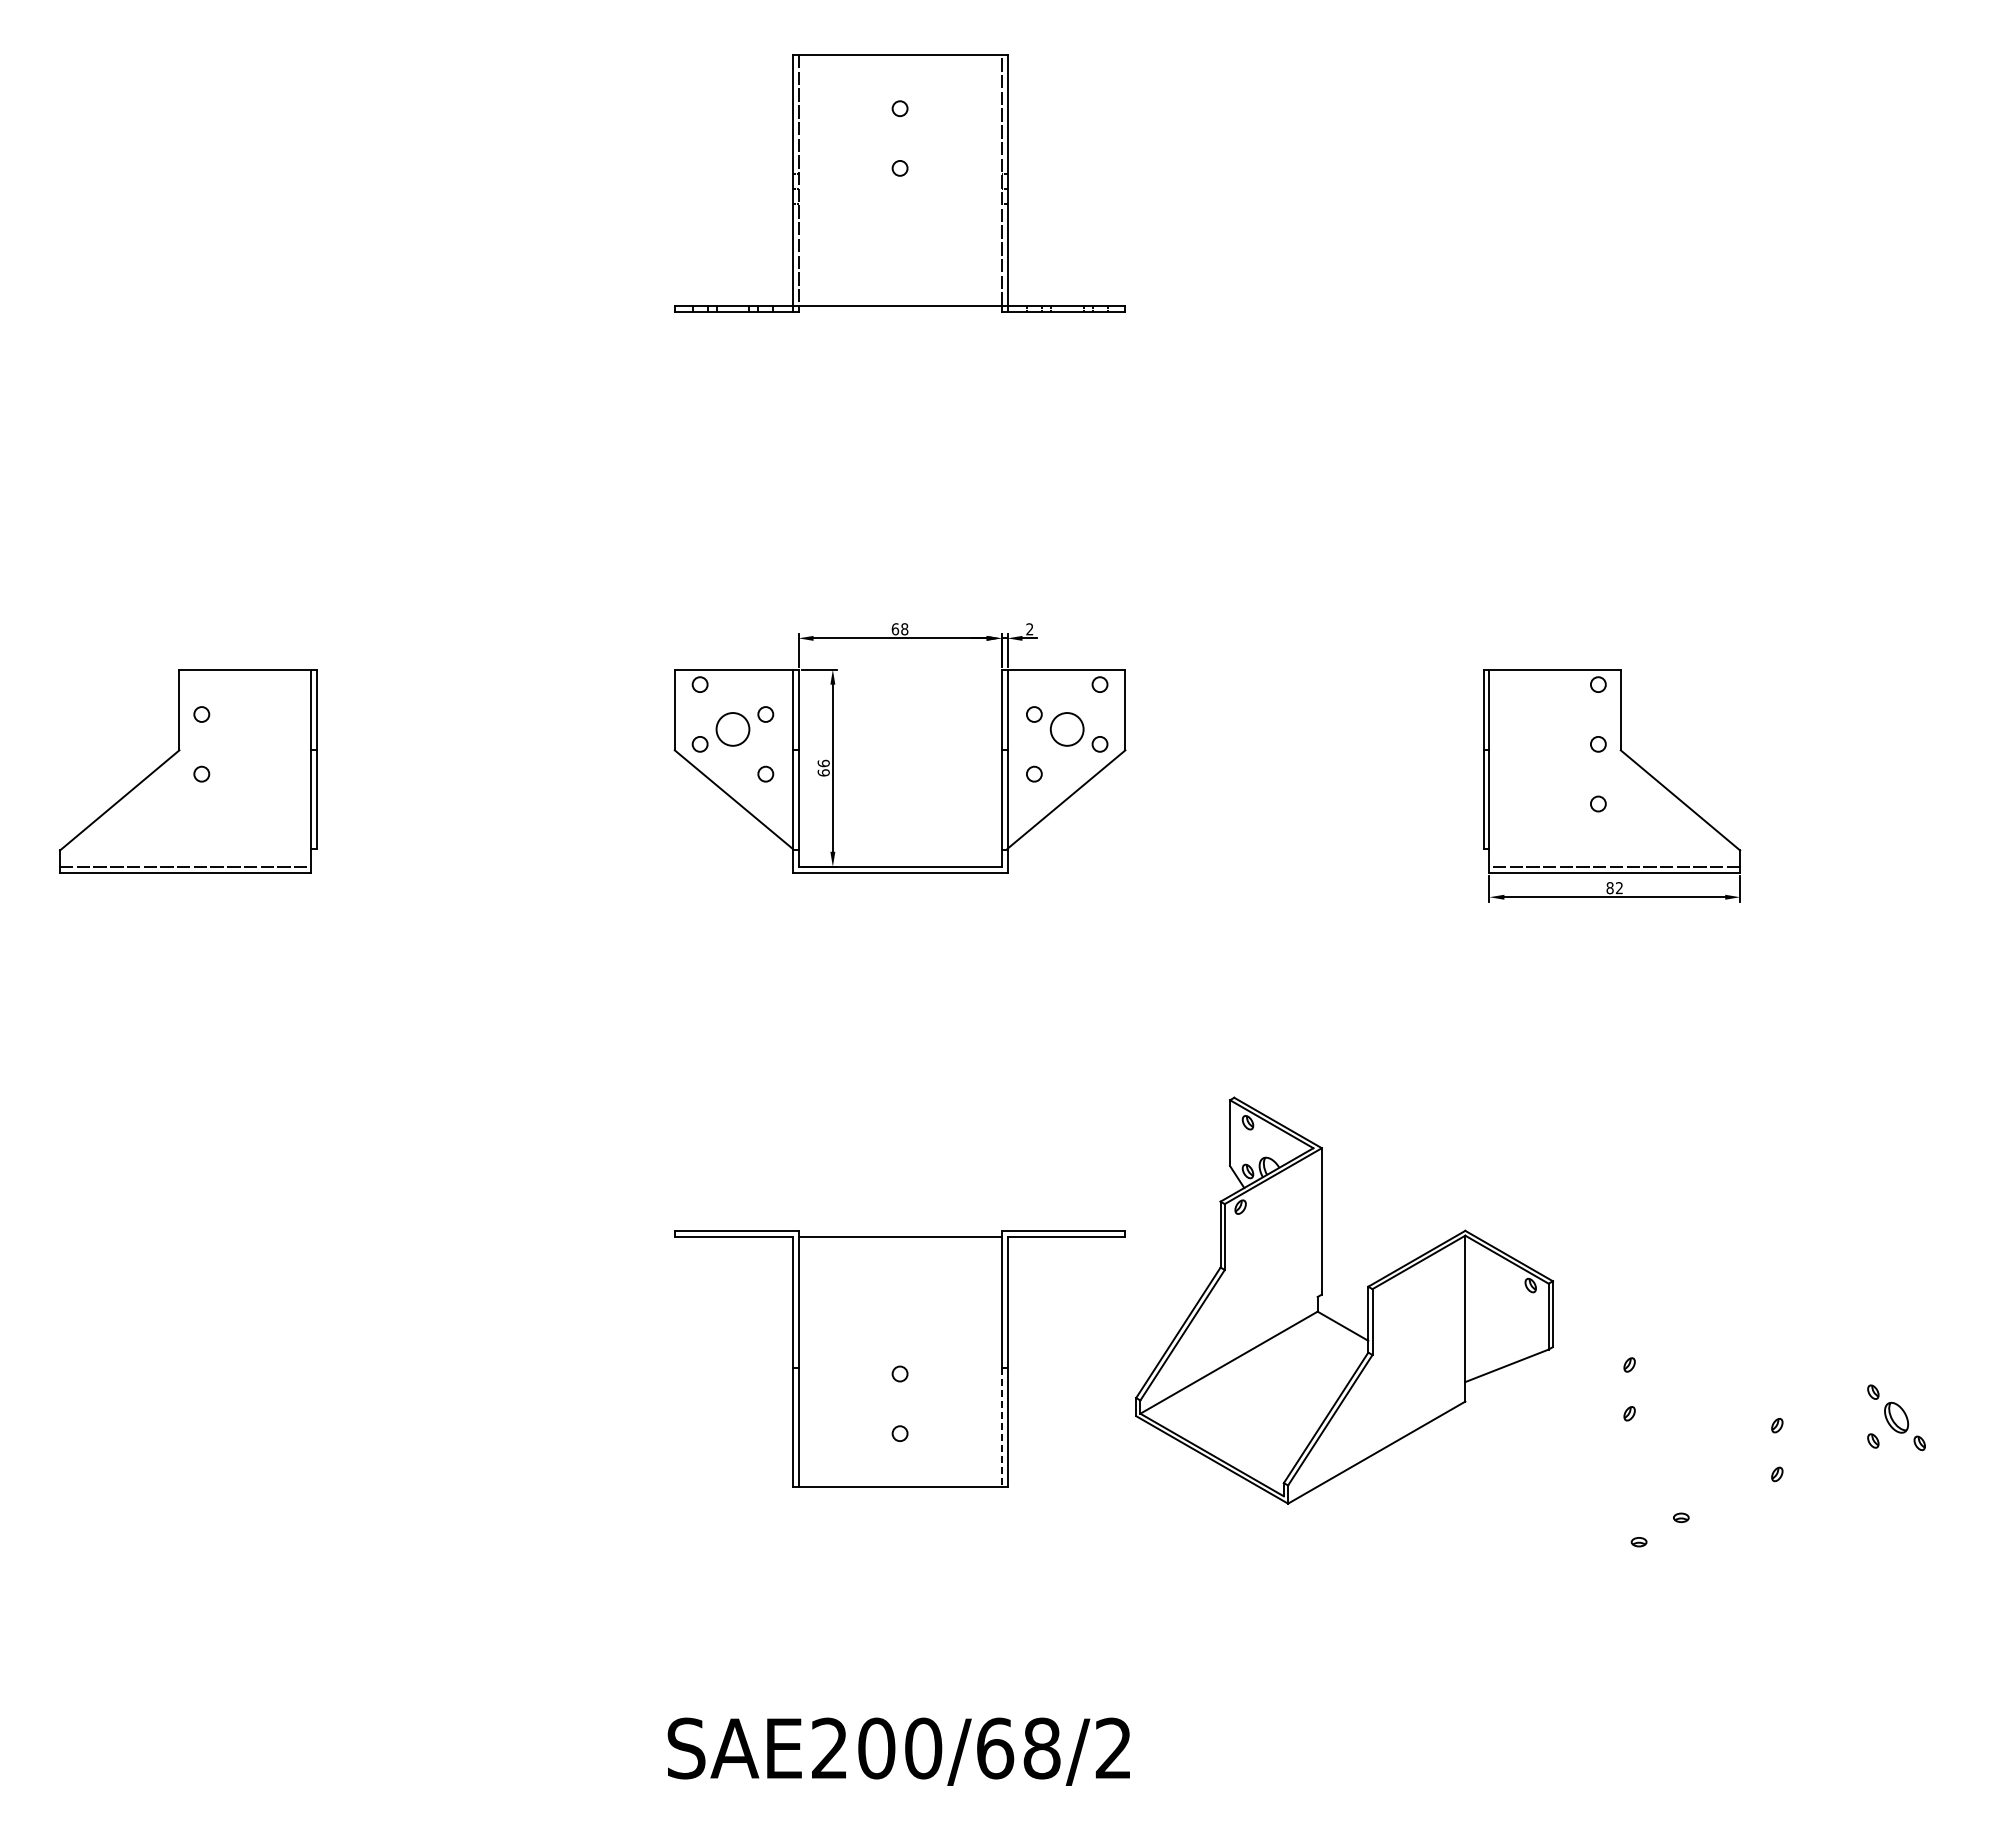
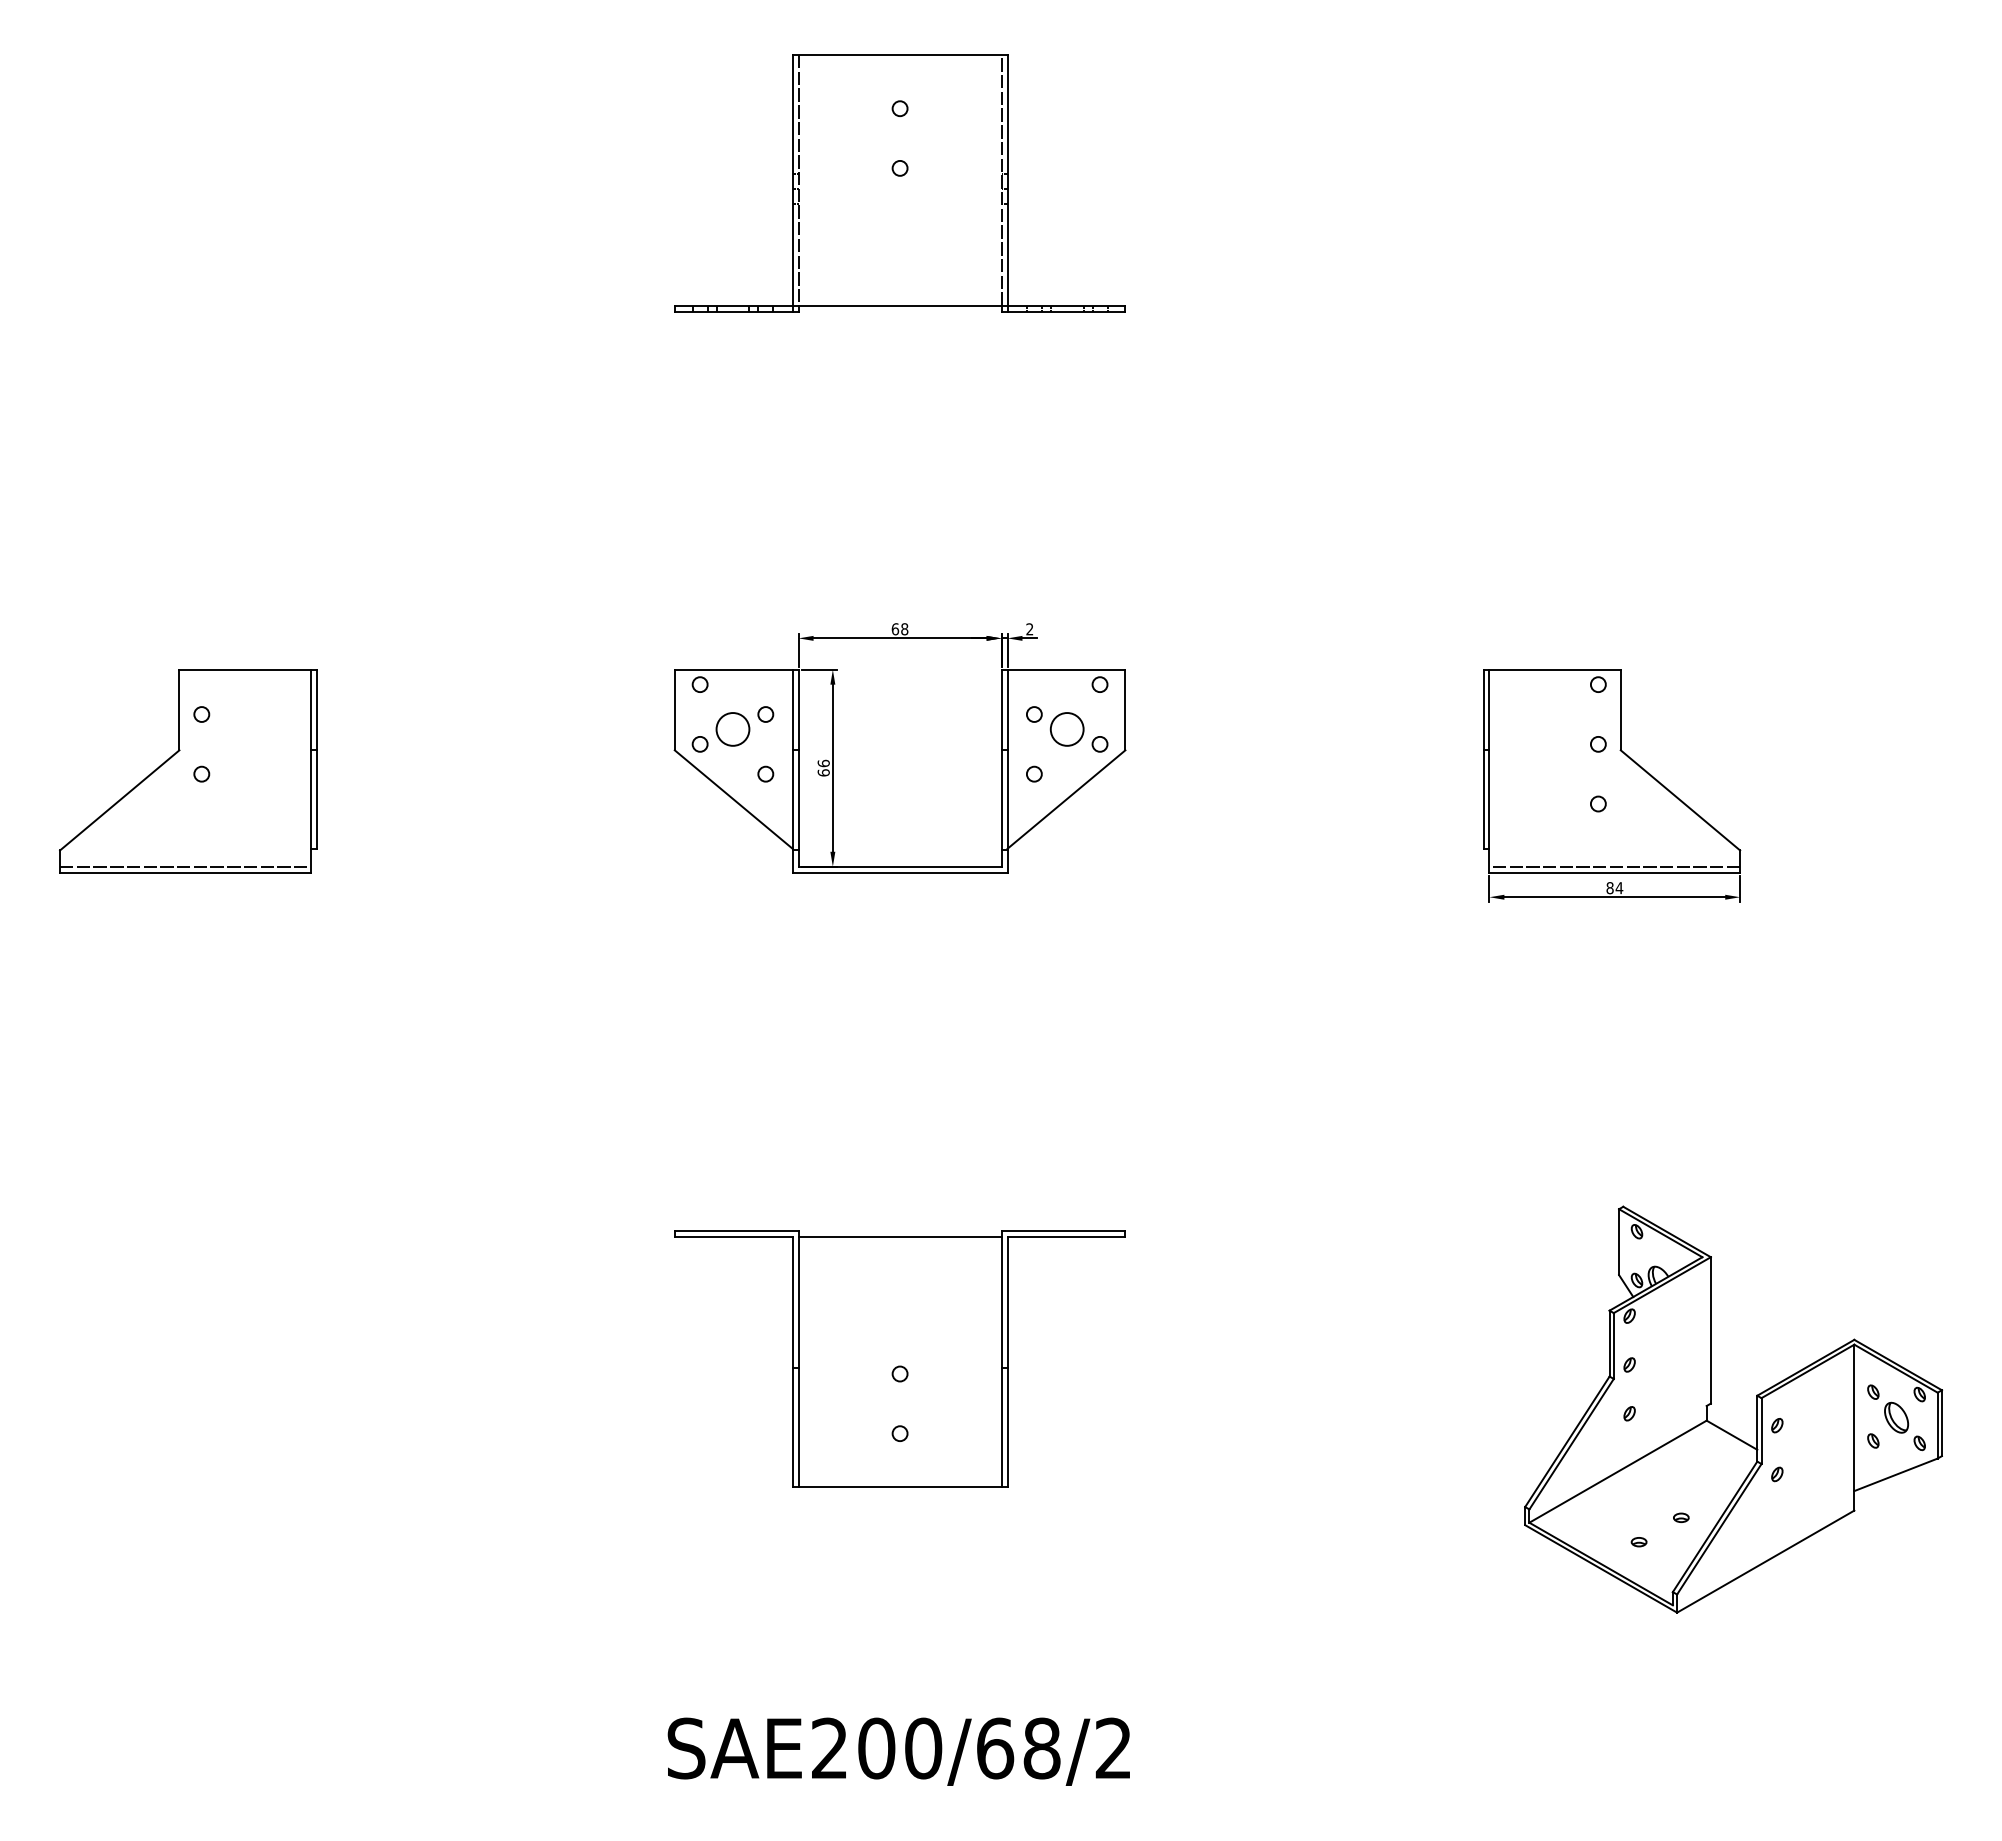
text at (1619, 888): 82 -> 84
part at (1335, 1320) position: (1335, 1320) -> (1724, 1429)
line at (1001, 1427): dashed -> solid
